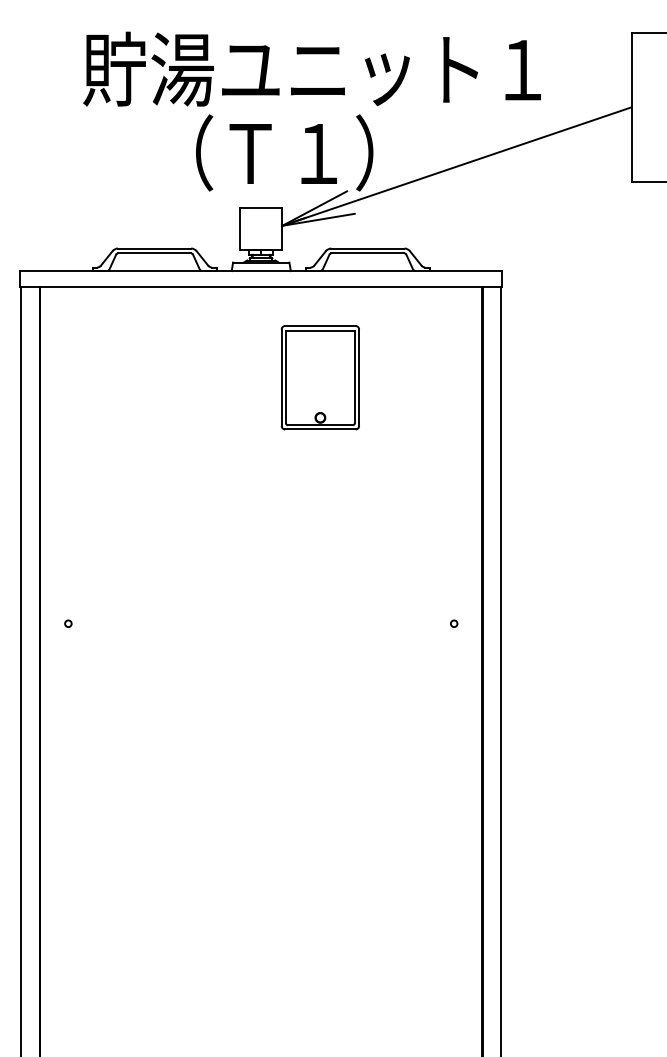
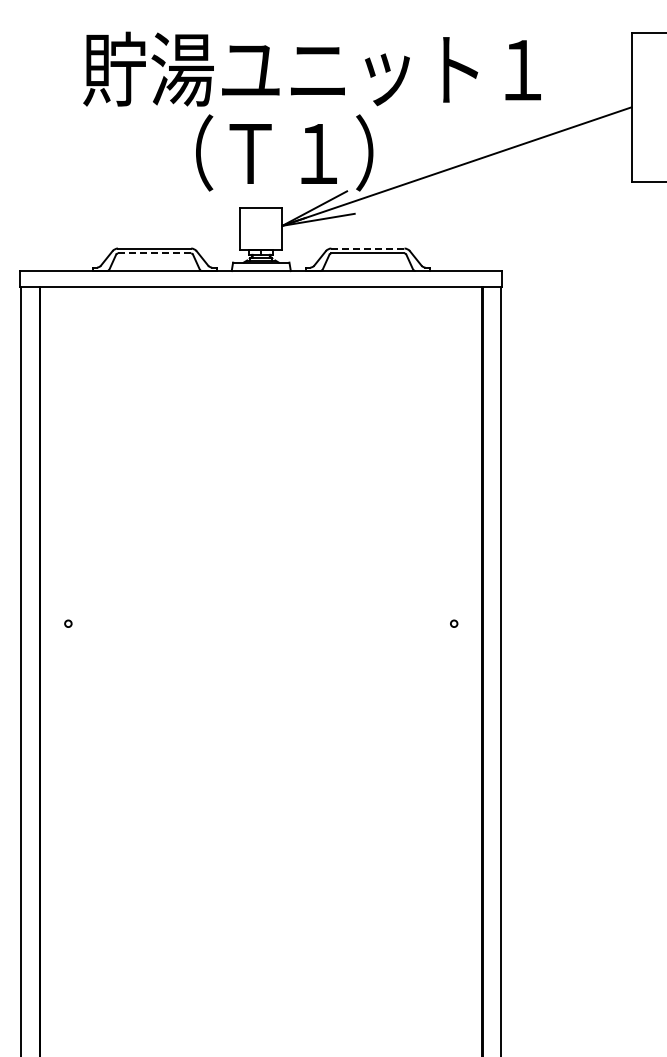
line at (368, 248): solid -> dashed
line at (154, 253): solid -> dashed
part at (319, 377): present -> none
